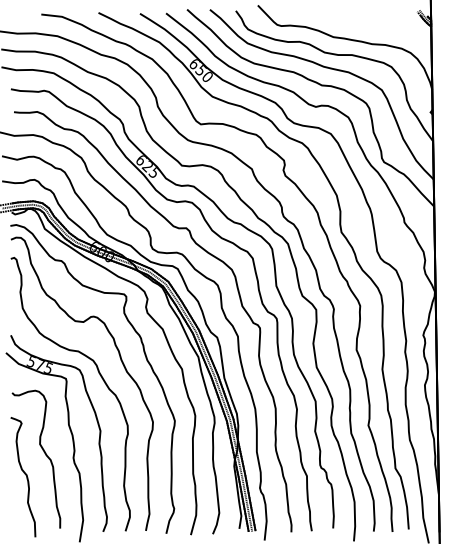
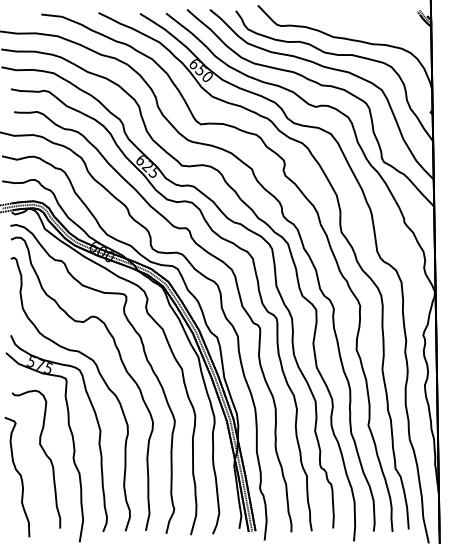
part at (23, 477) position: (23, 477) -> (17, 477)
